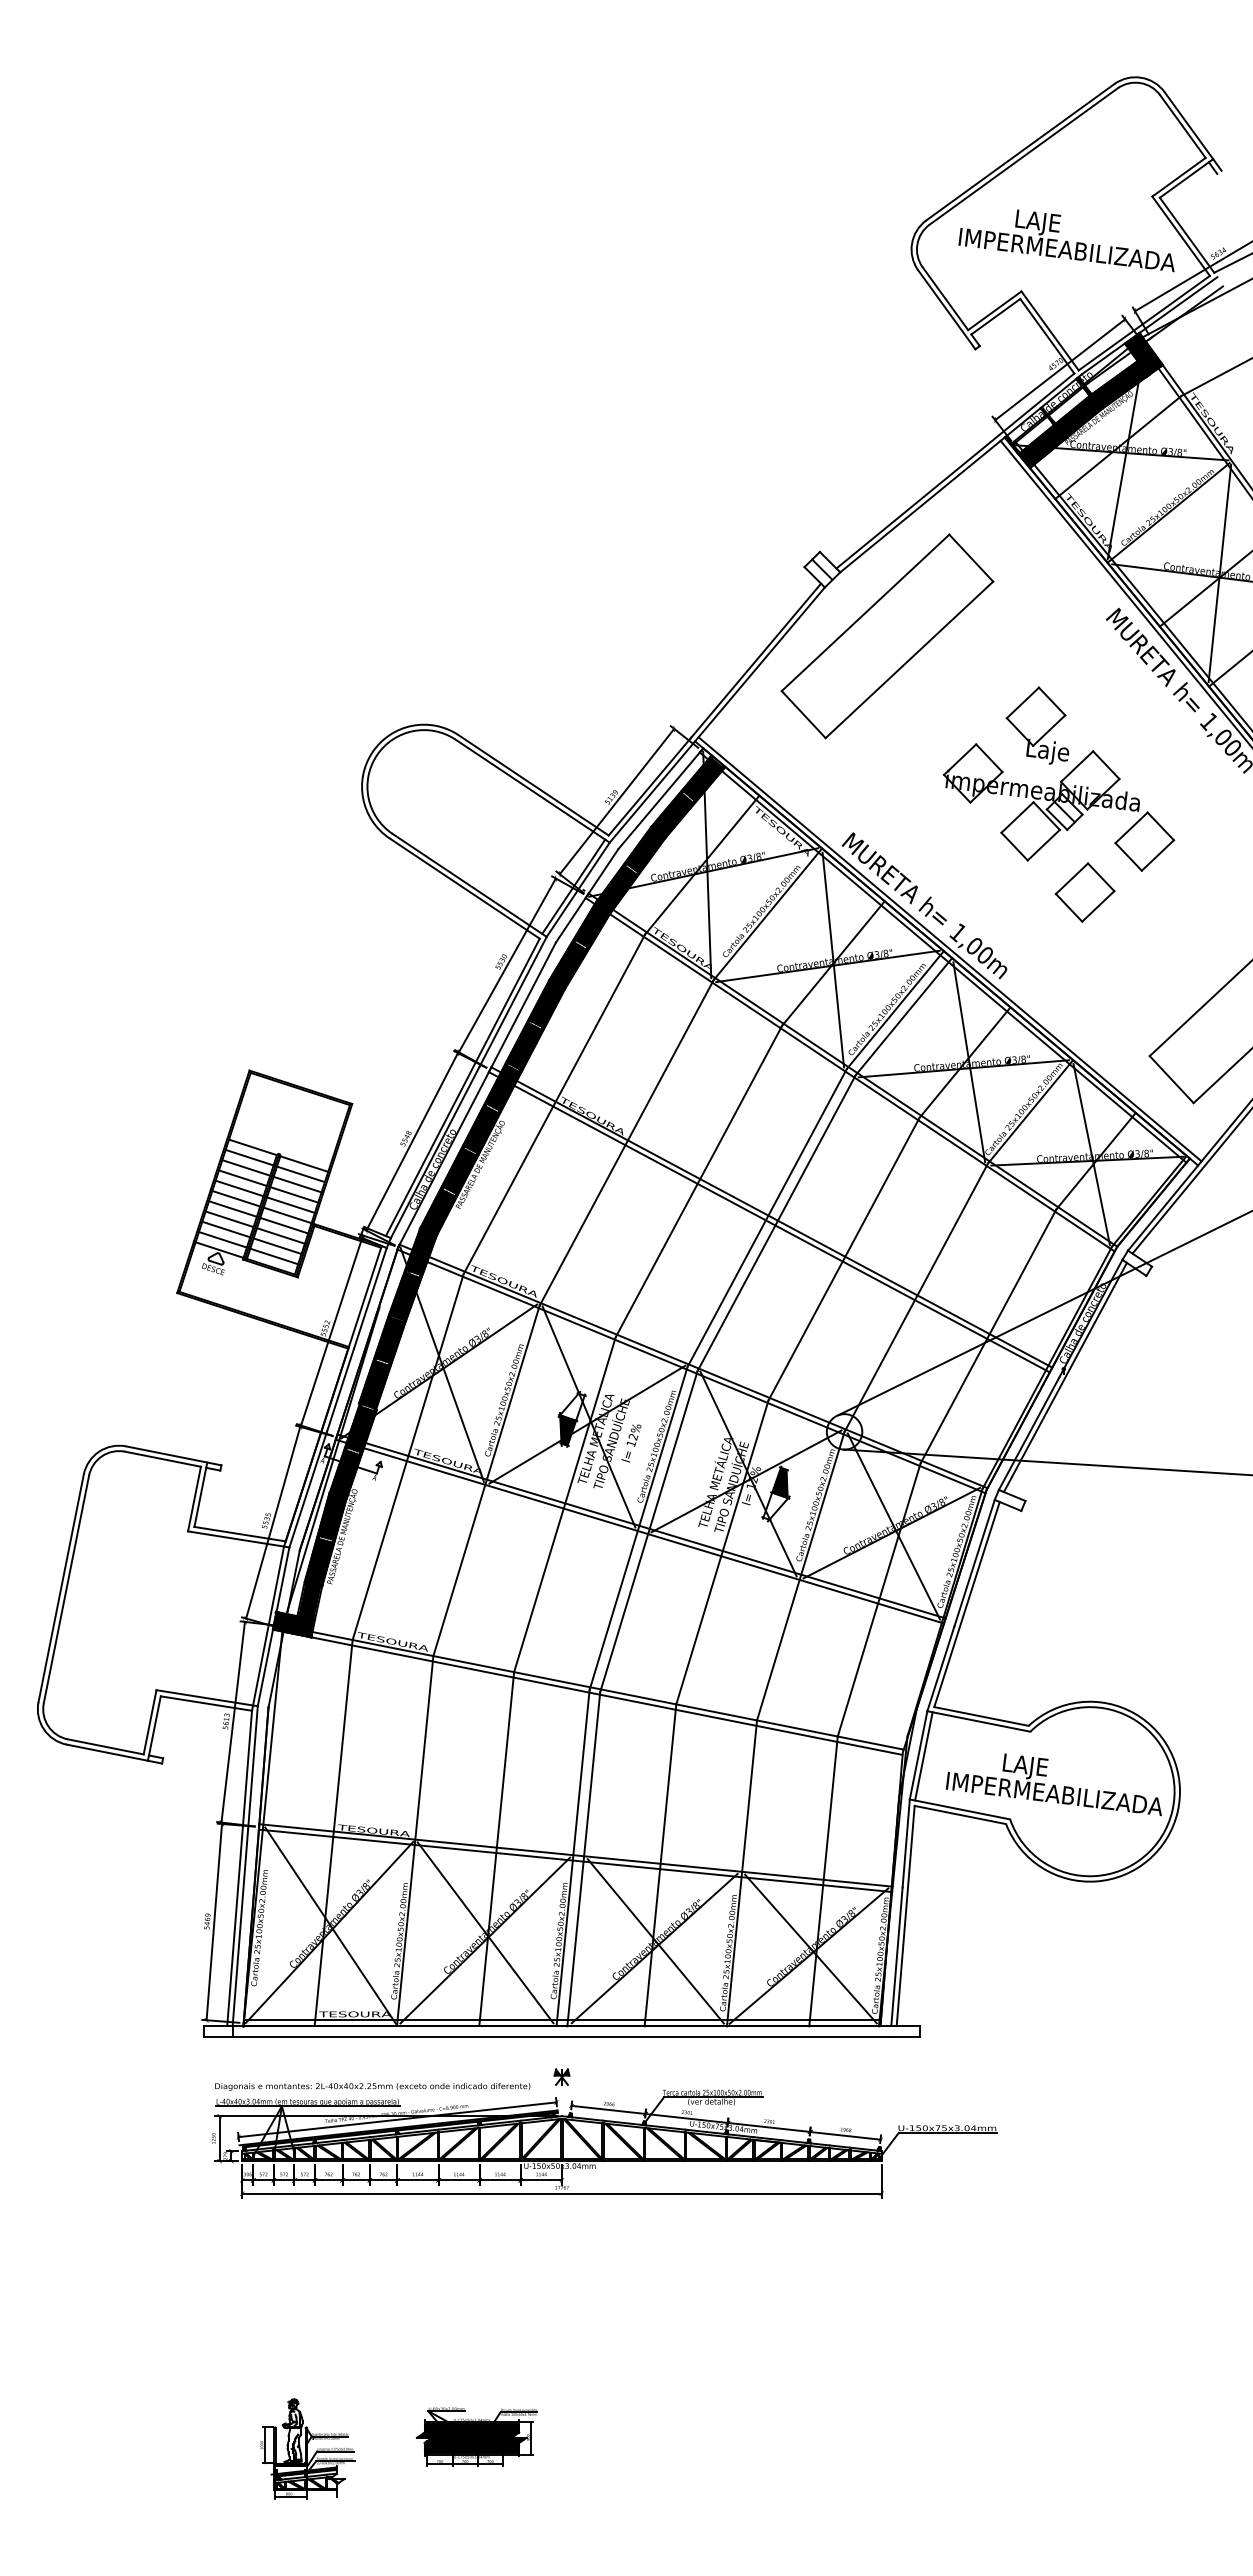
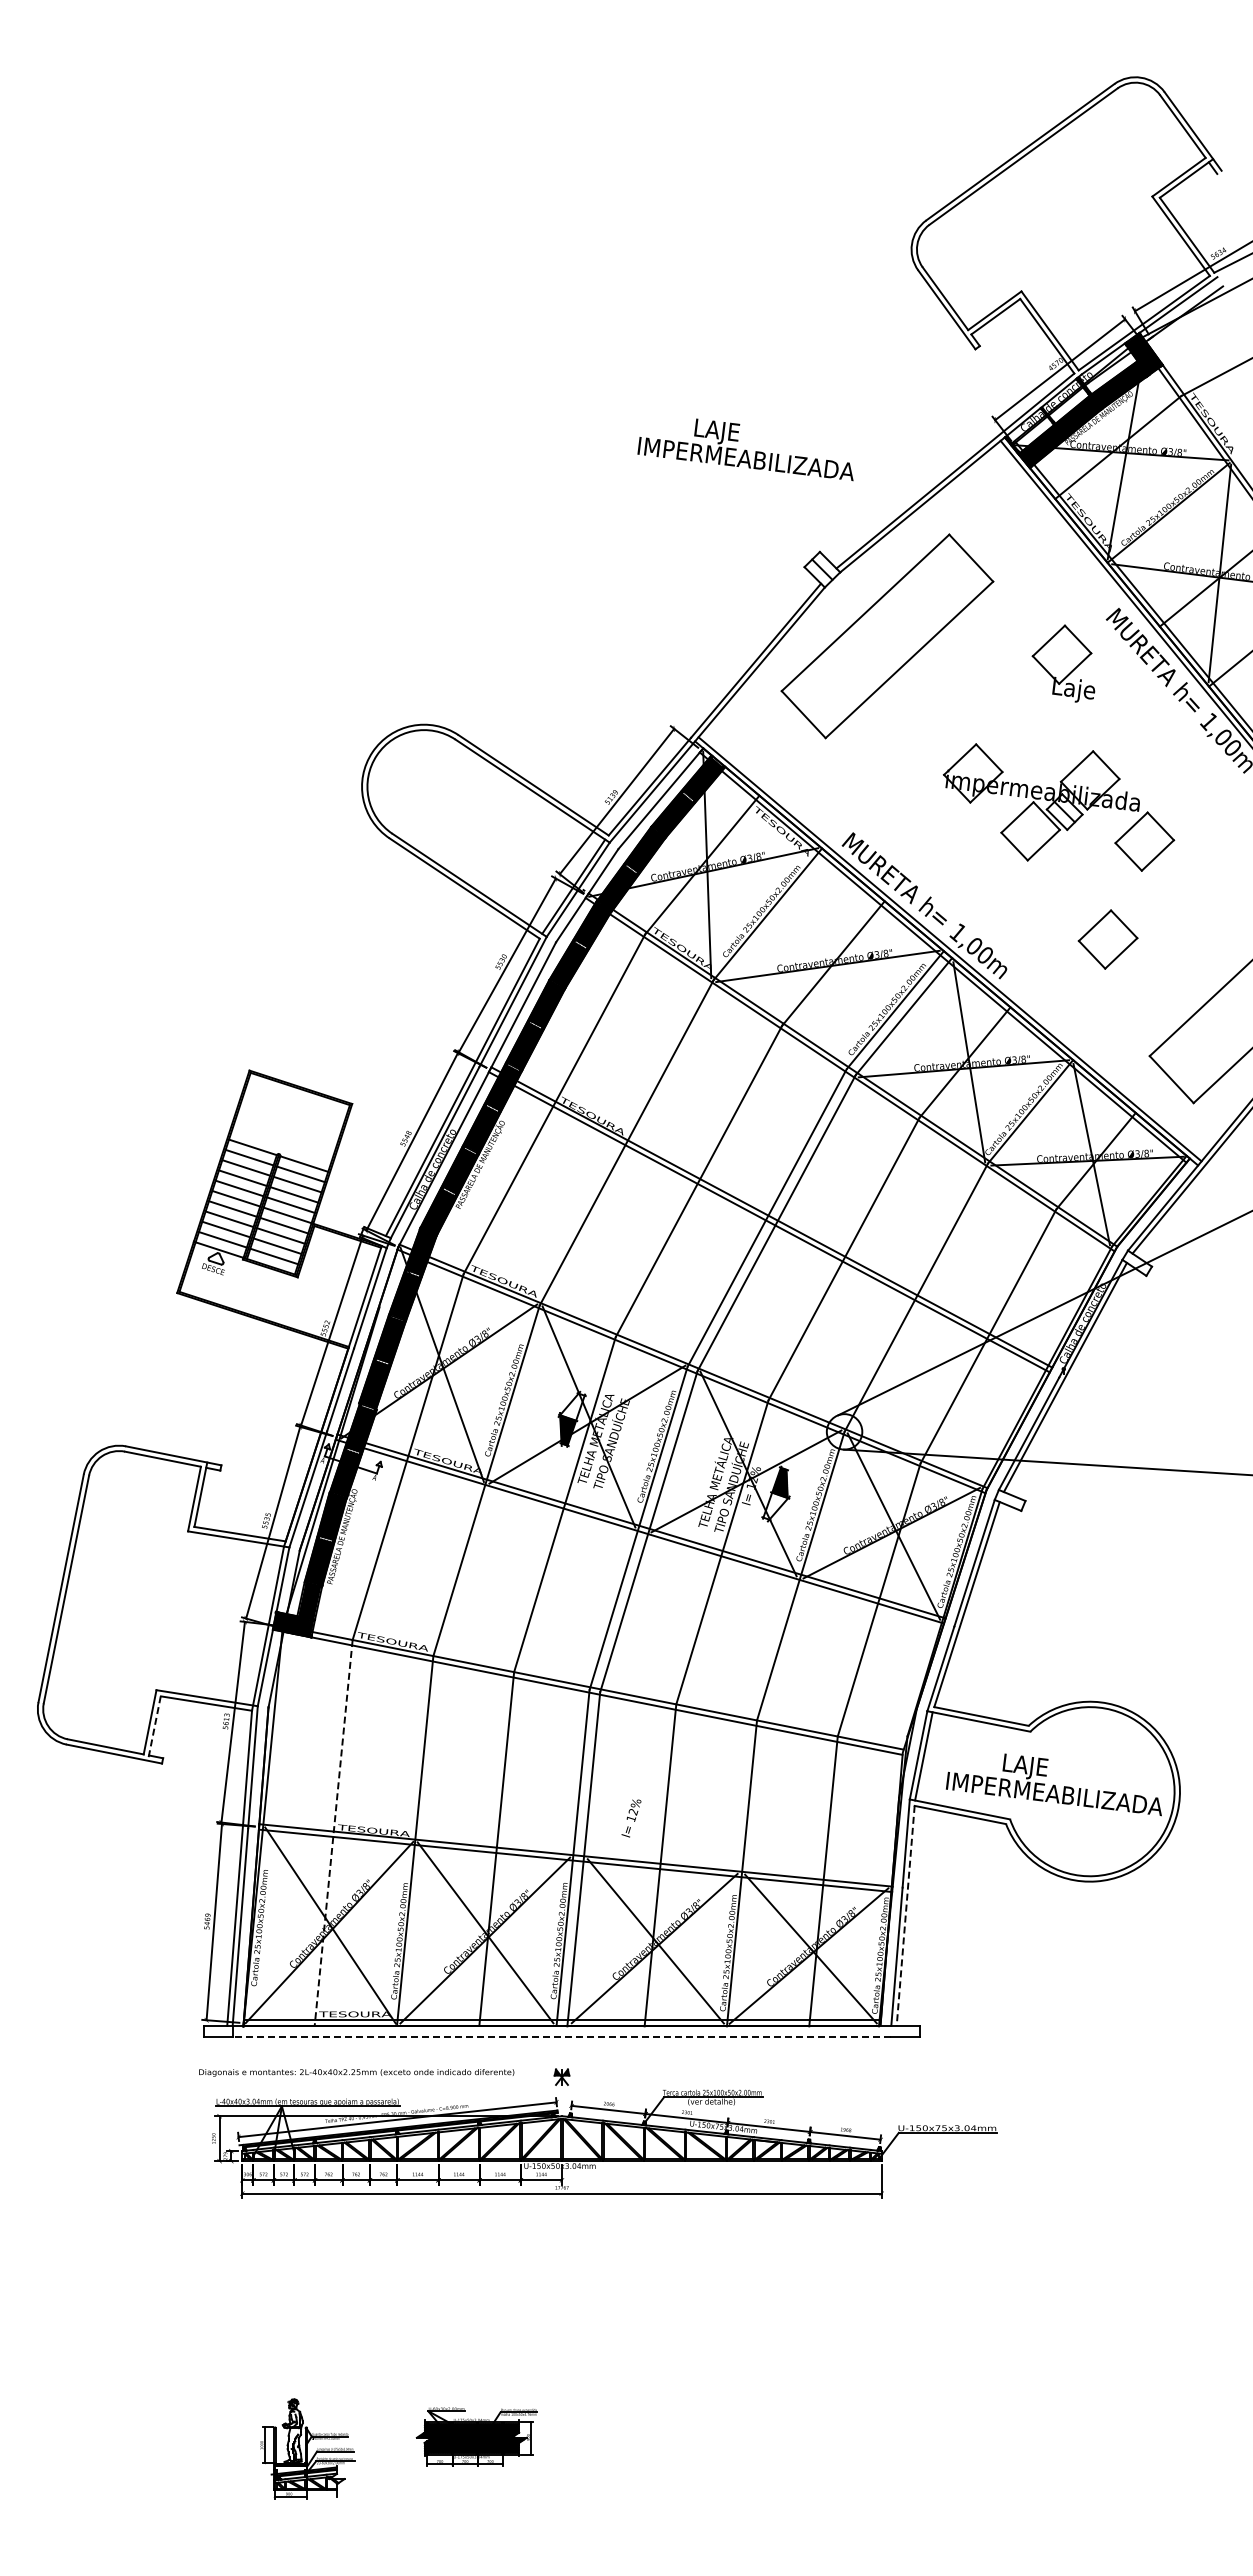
text at (1066, 240) position: (1066, 240) -> (745, 449)
part at (1037, 725) position: (1037, 725) -> (1063, 663)
part at (1084, 892) position: (1084, 892) -> (1107, 939)
line at (833, 959): present -> none
text at (631, 1443) position: (631, 1443) -> (631, 1818)
line at (154, 1728): solid -> dashed
line at (333, 1832): solid -> dashed
line at (905, 1916): solid -> dashed
line at (561, 2036): solid -> dashed
text at (372, 2086) position: (372, 2086) -> (356, 2072)
